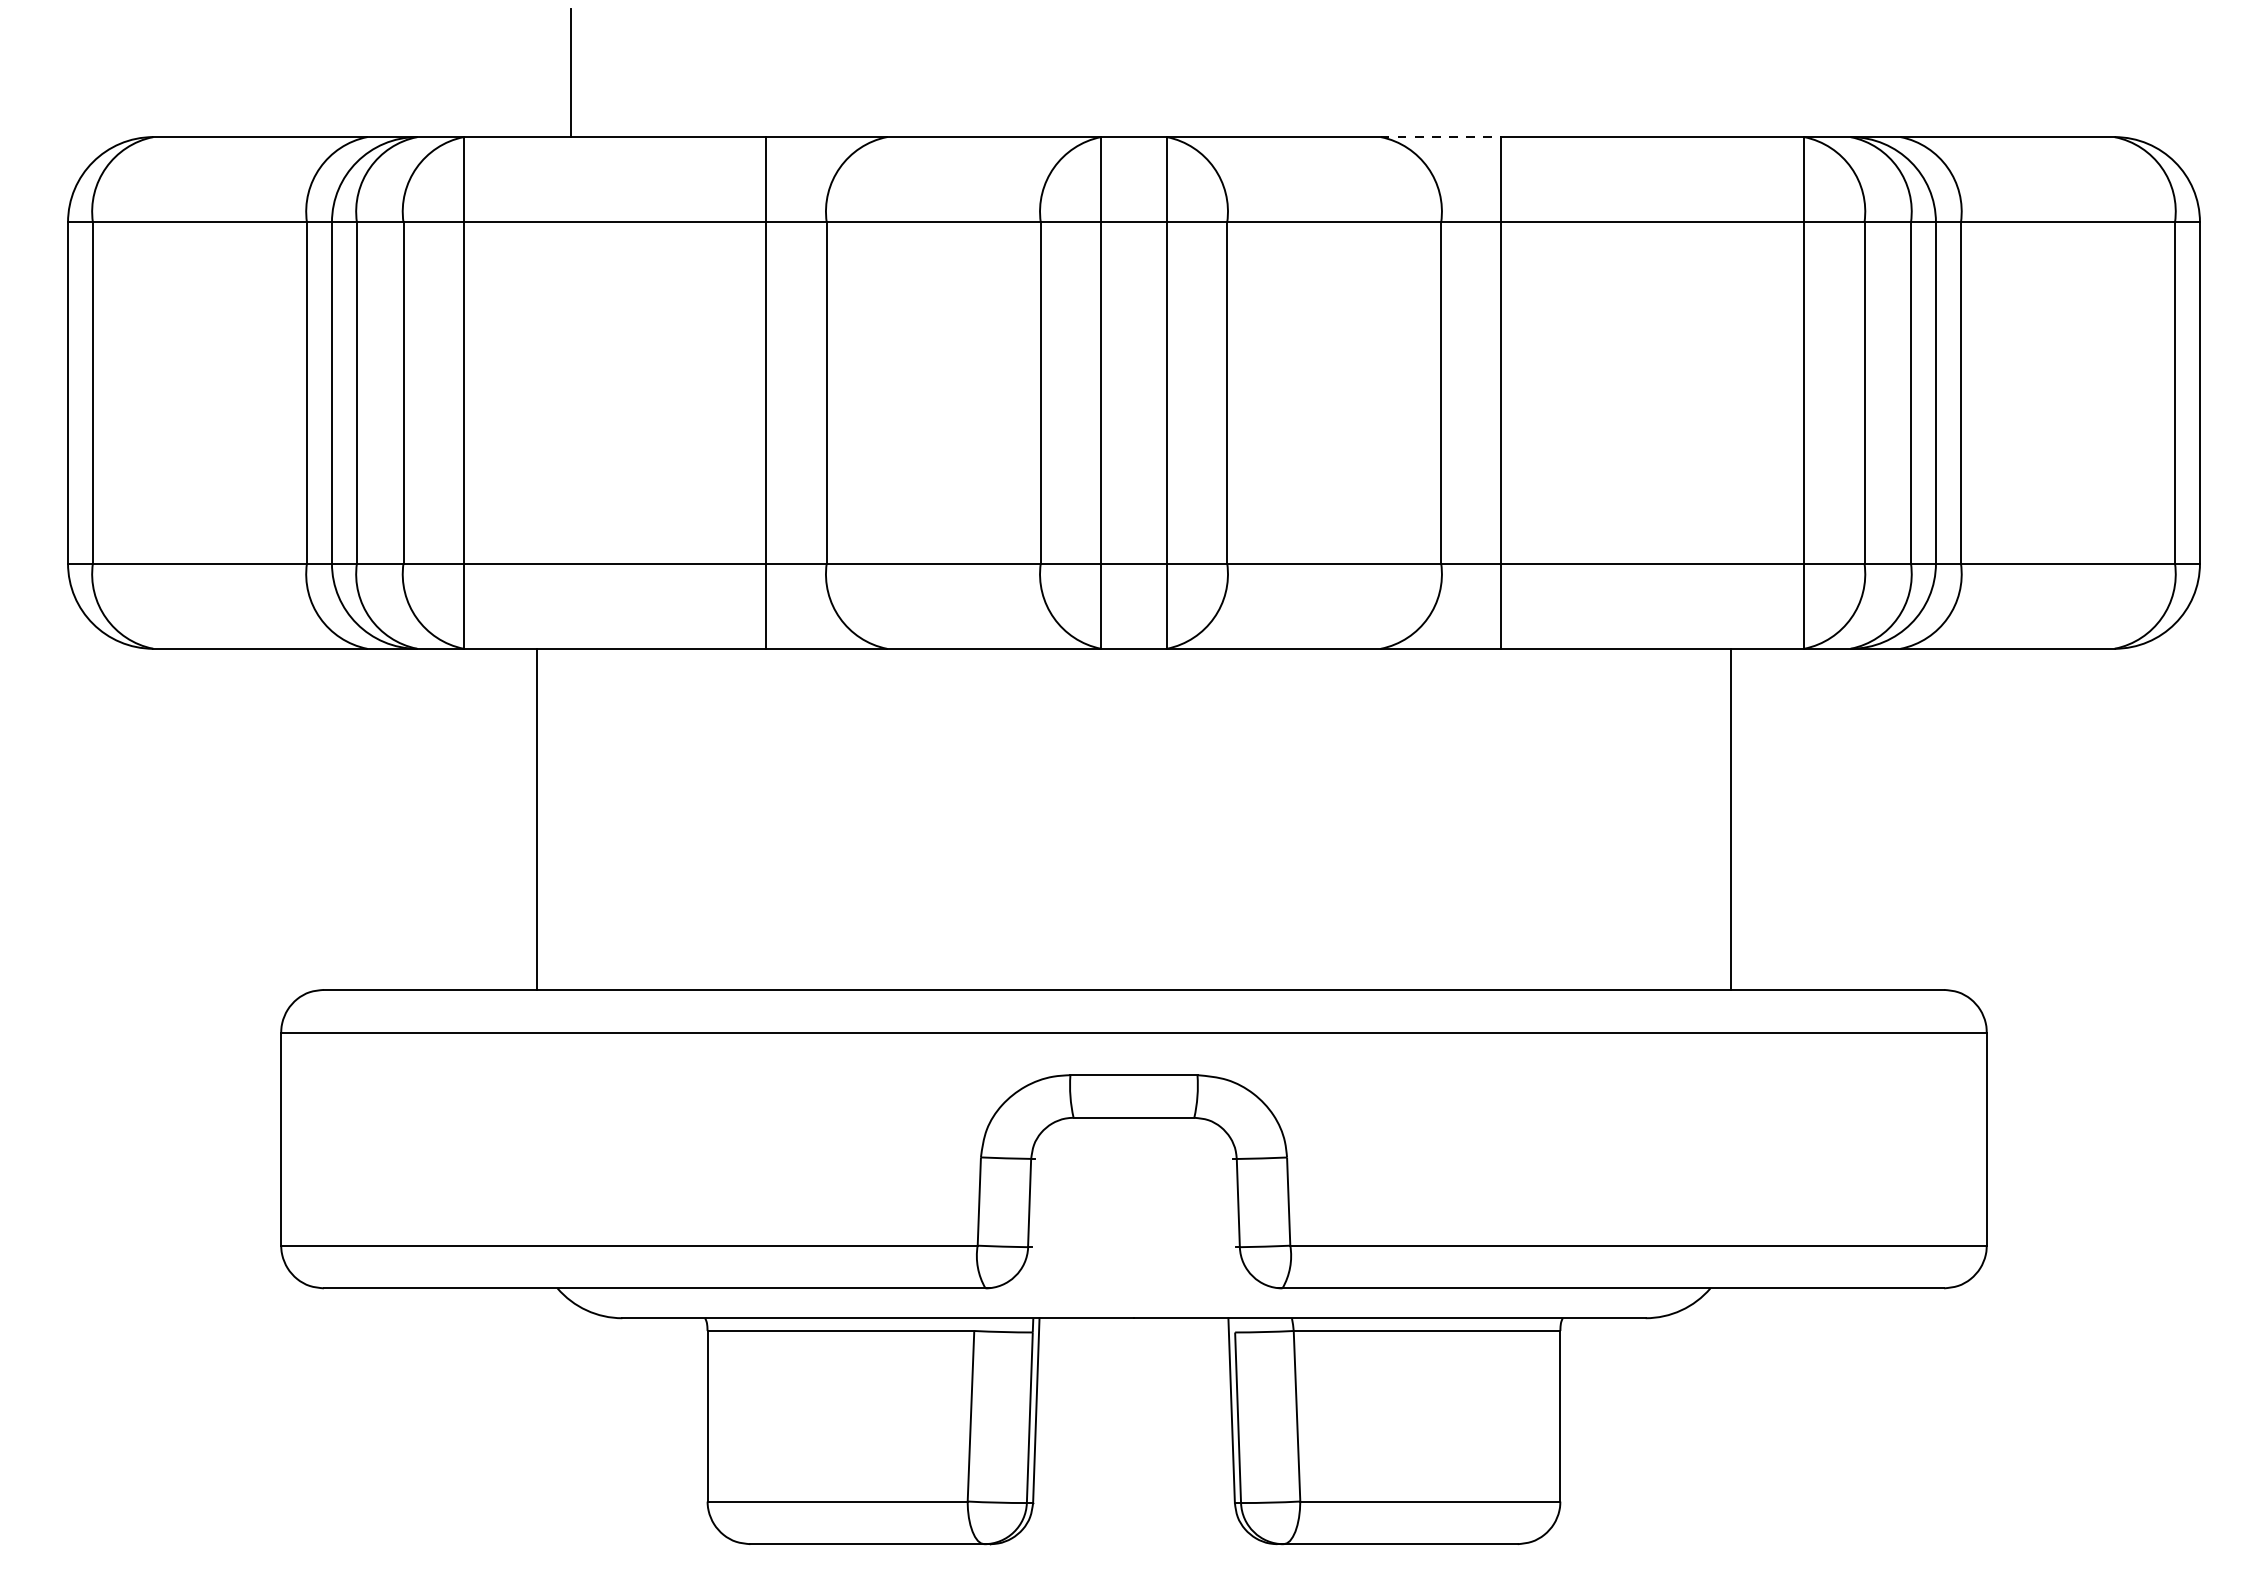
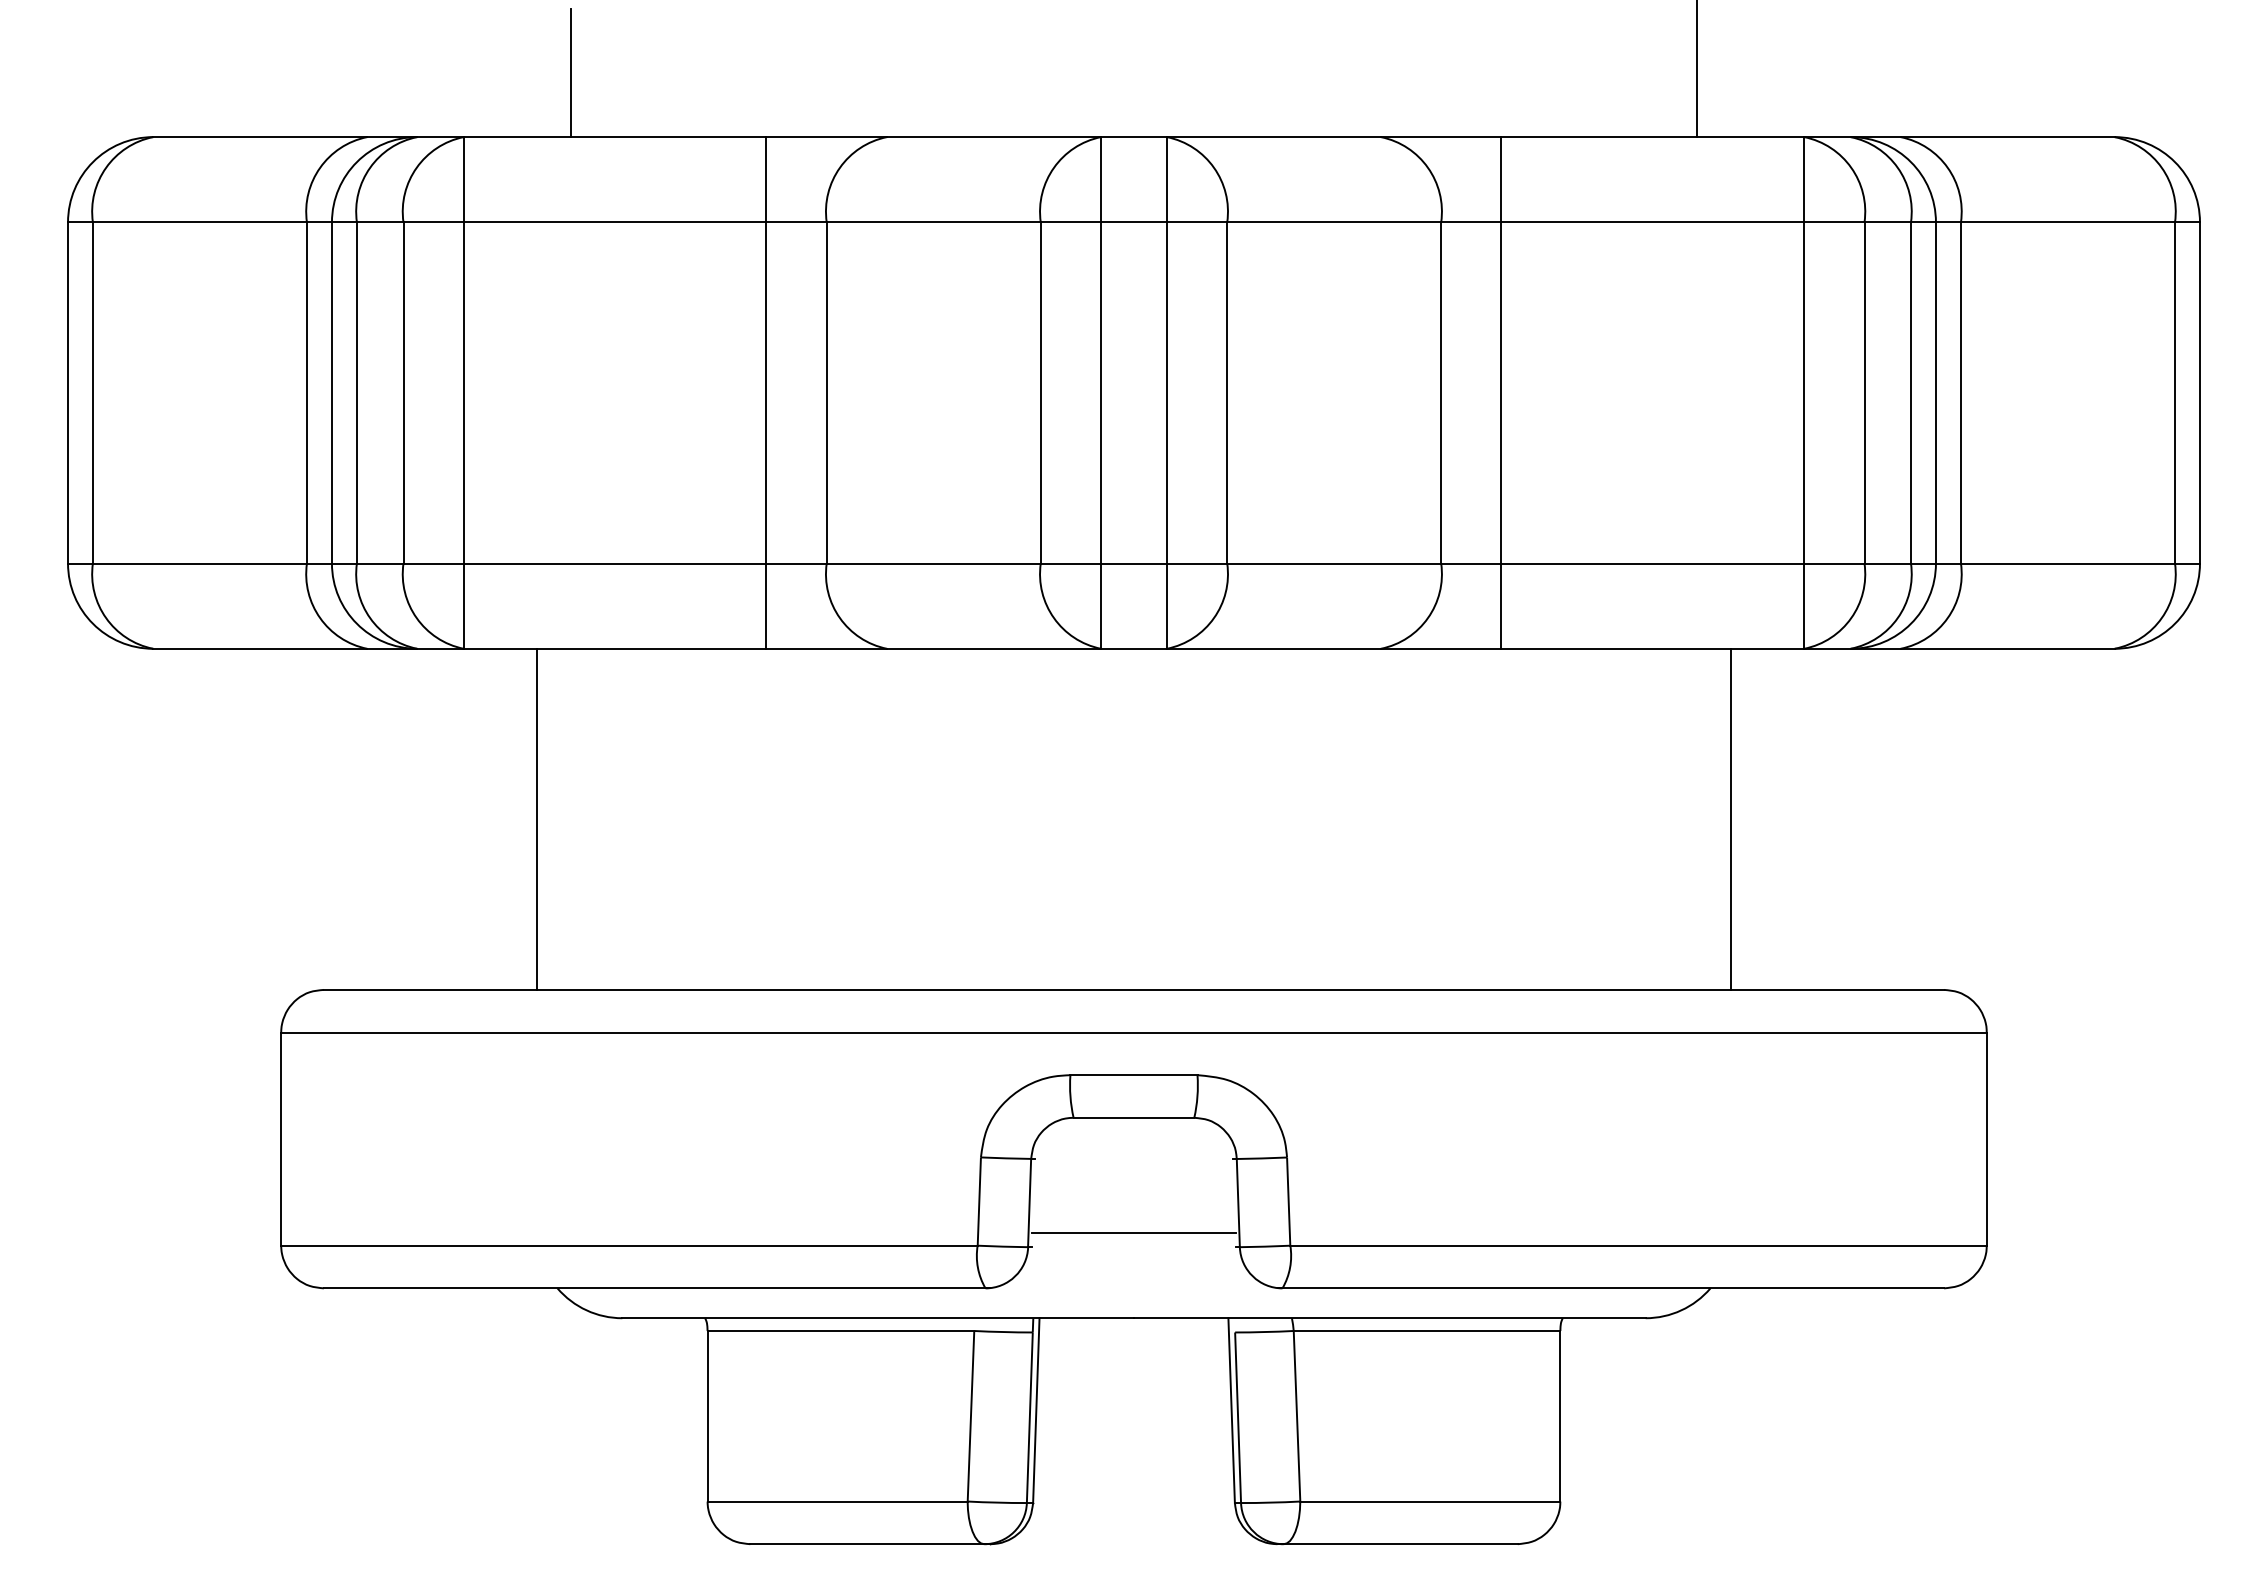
line at (1696, 69): none -> present
line at (1441, 137): dashed -> solid
line at (1133, 1232): none -> present
